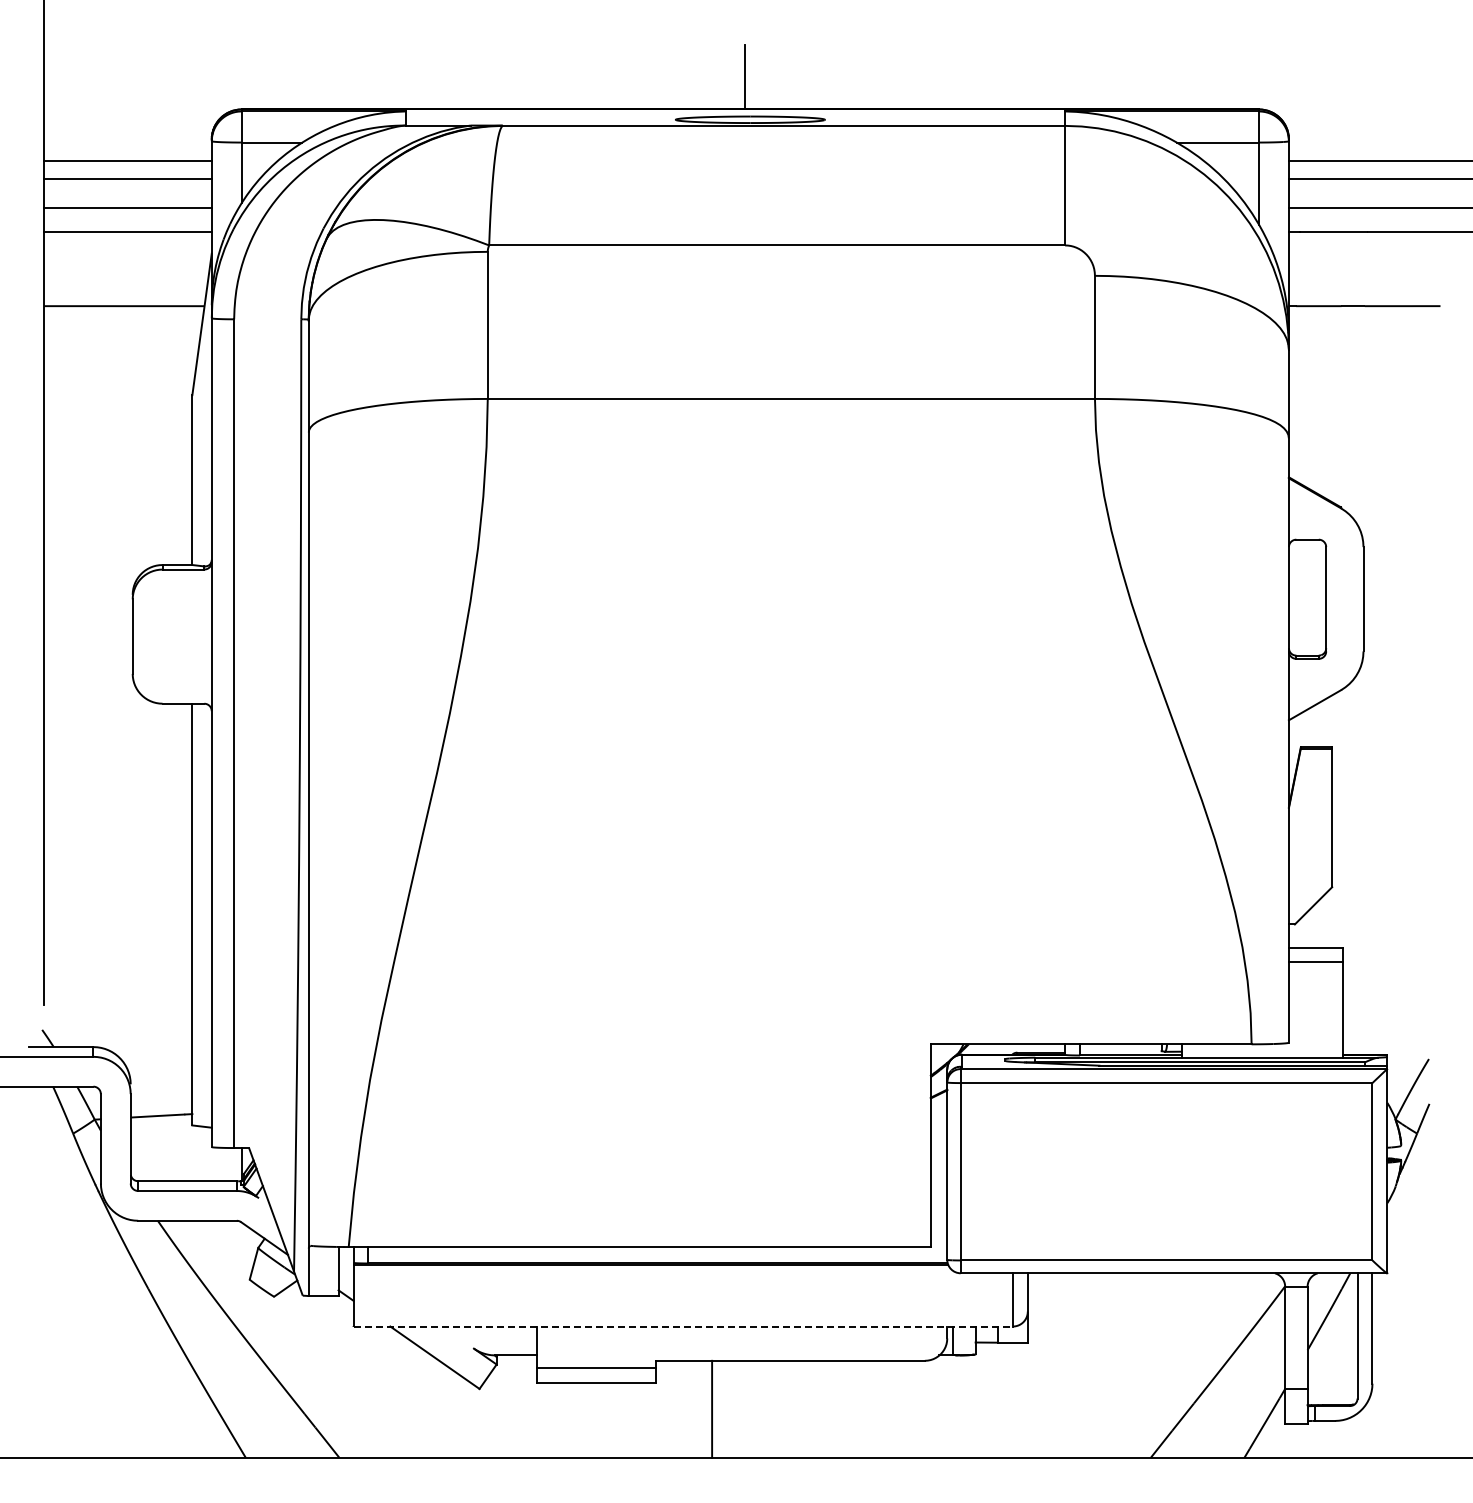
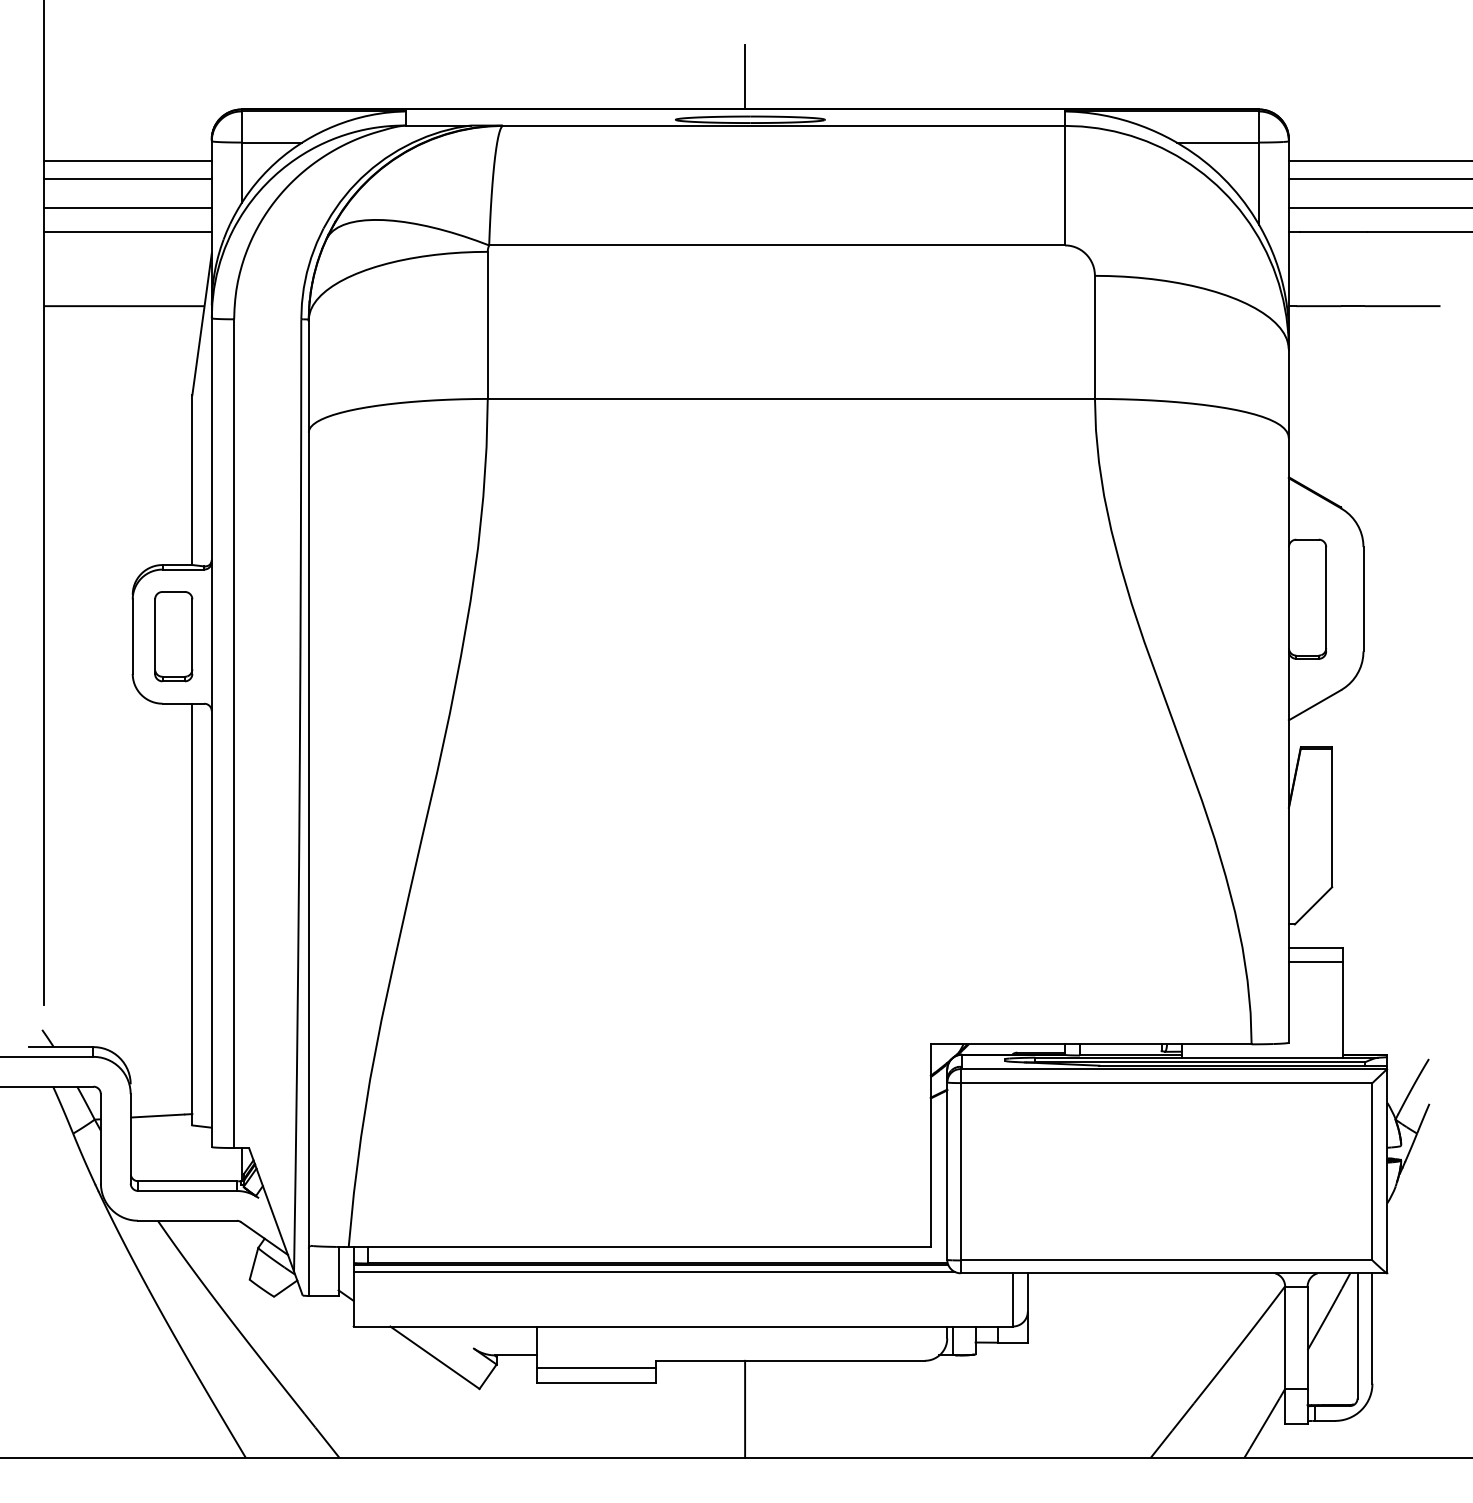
part at (173, 636): none -> present
line at (653, 1271): none -> present
line at (683, 1326): dashed -> solid
line at (712, 1408) position: (712, 1408) -> (745, 1408)
